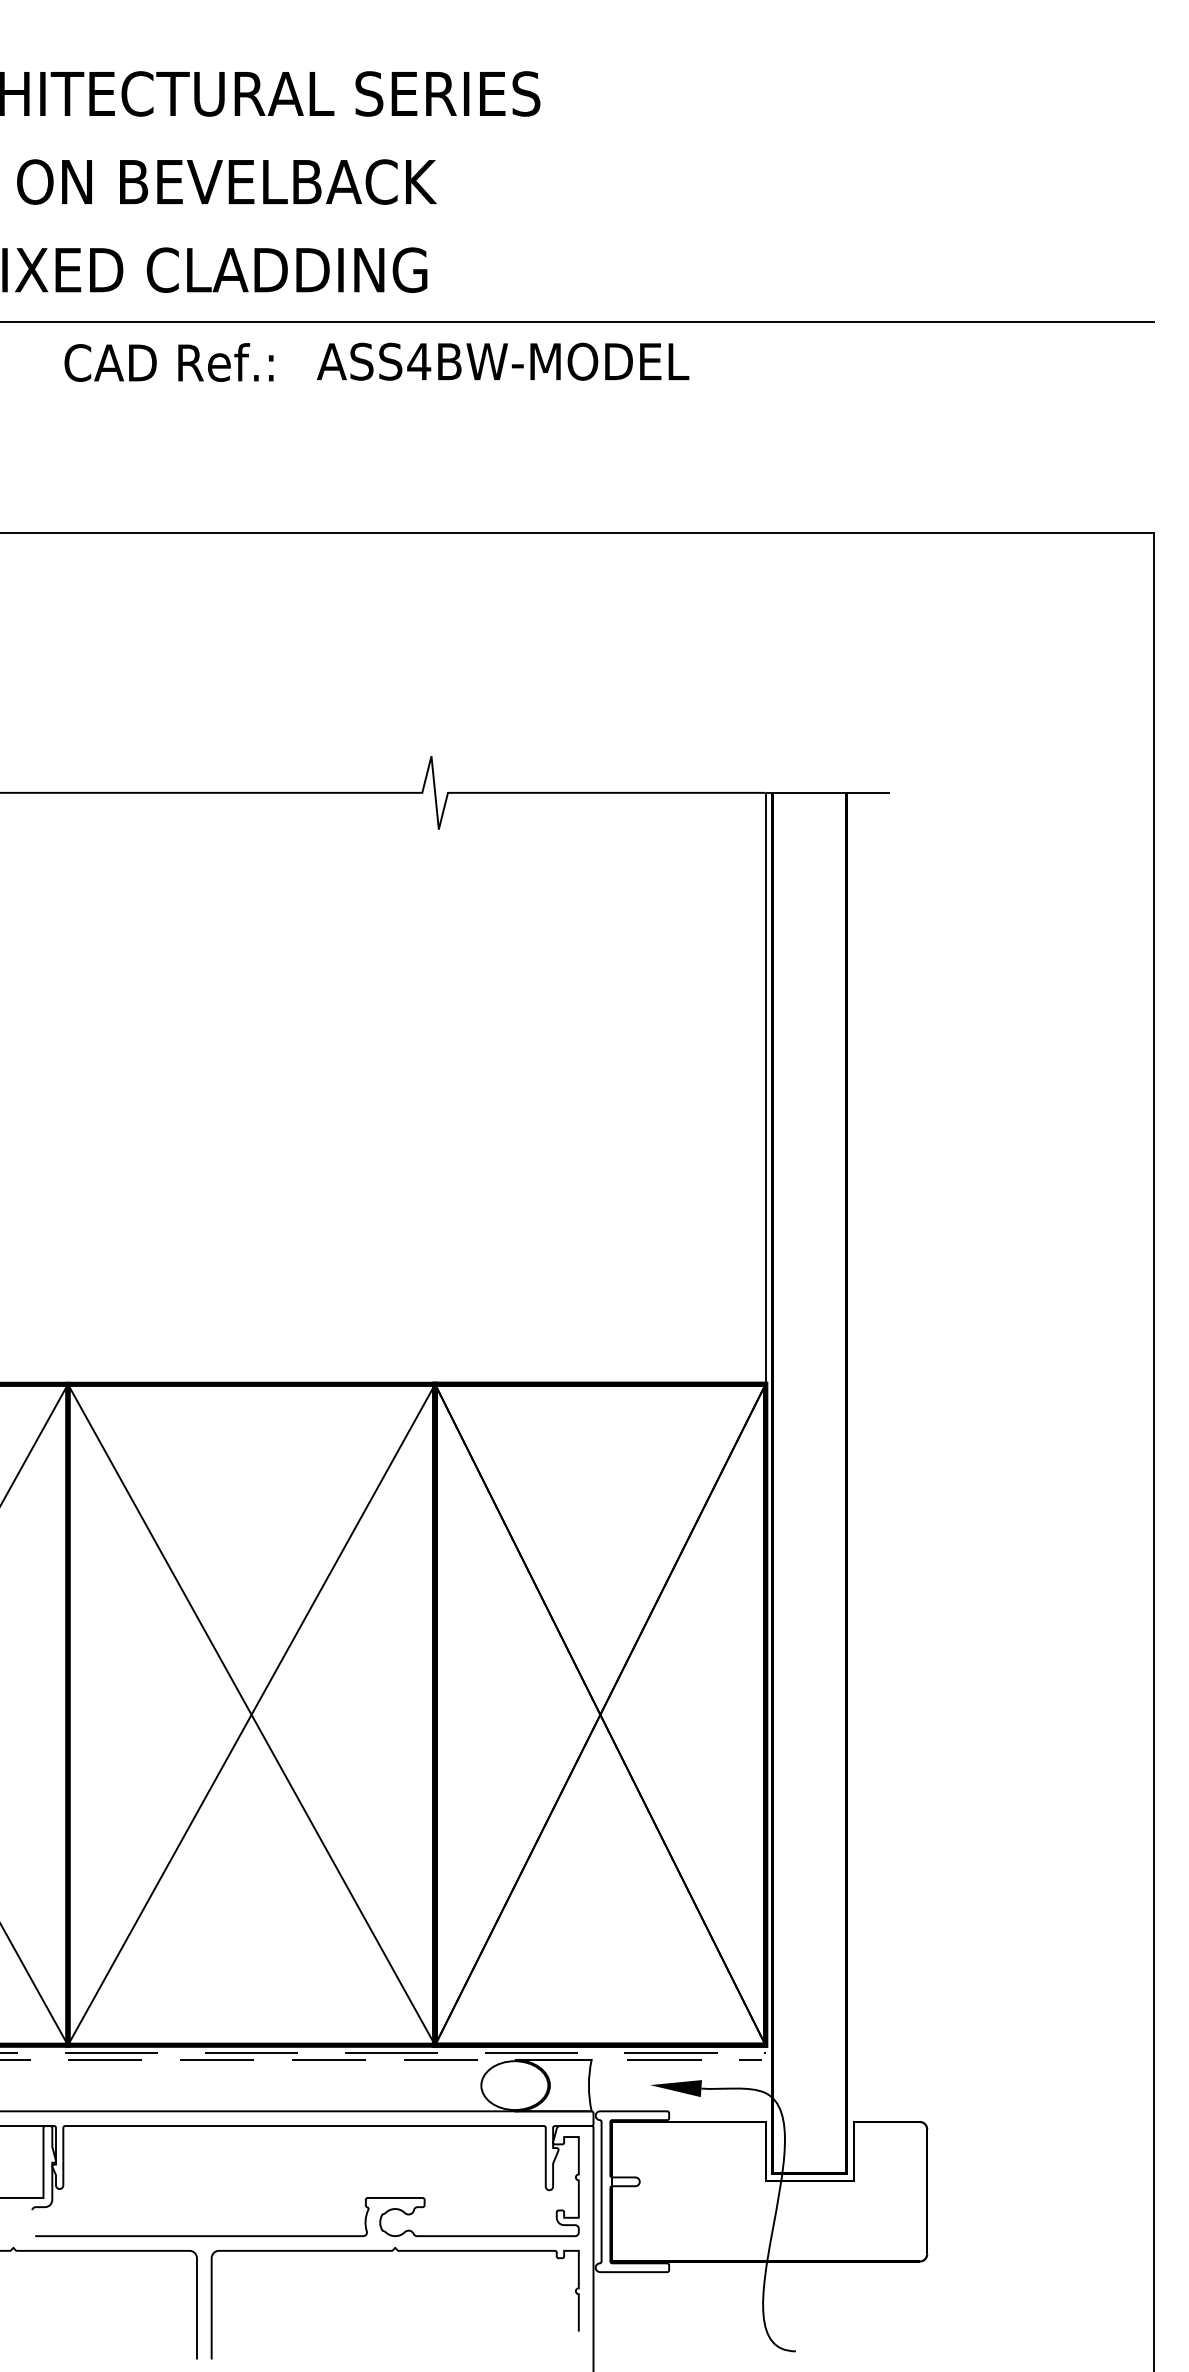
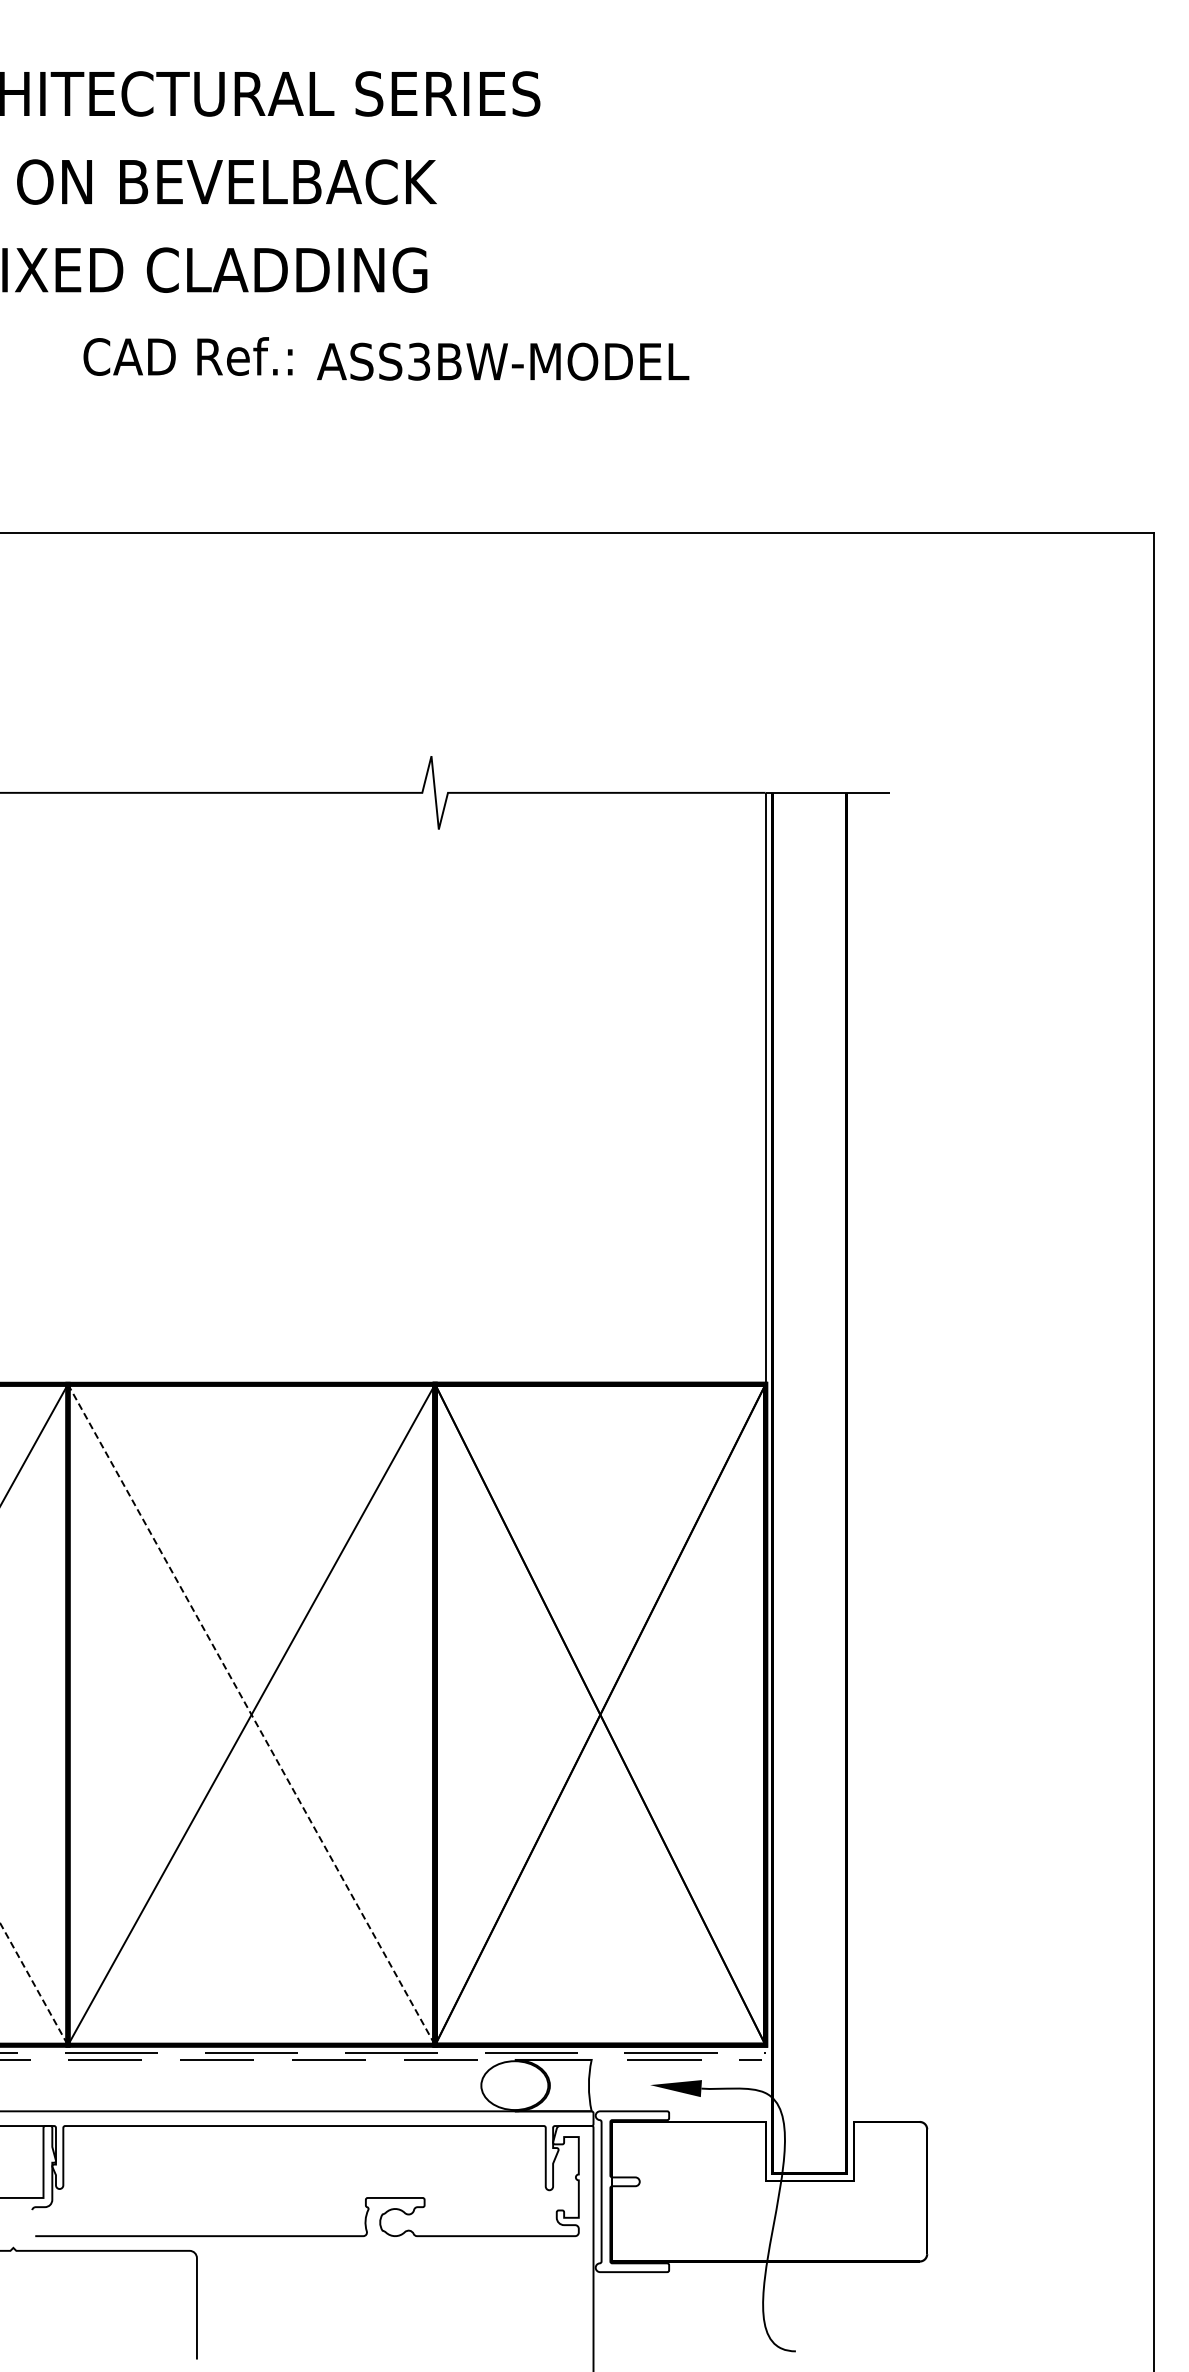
line at (577, 322): present -> none
text at (419, 361): ASS4BW-MODEL -> ASS3BW-MODEL
text at (168, 362) position: (168, 362) -> (187, 356)
line at (251, 1715): solid -> dashed
line at (34, 1984): solid -> dashed
curve at (393, 2251): present -> none
